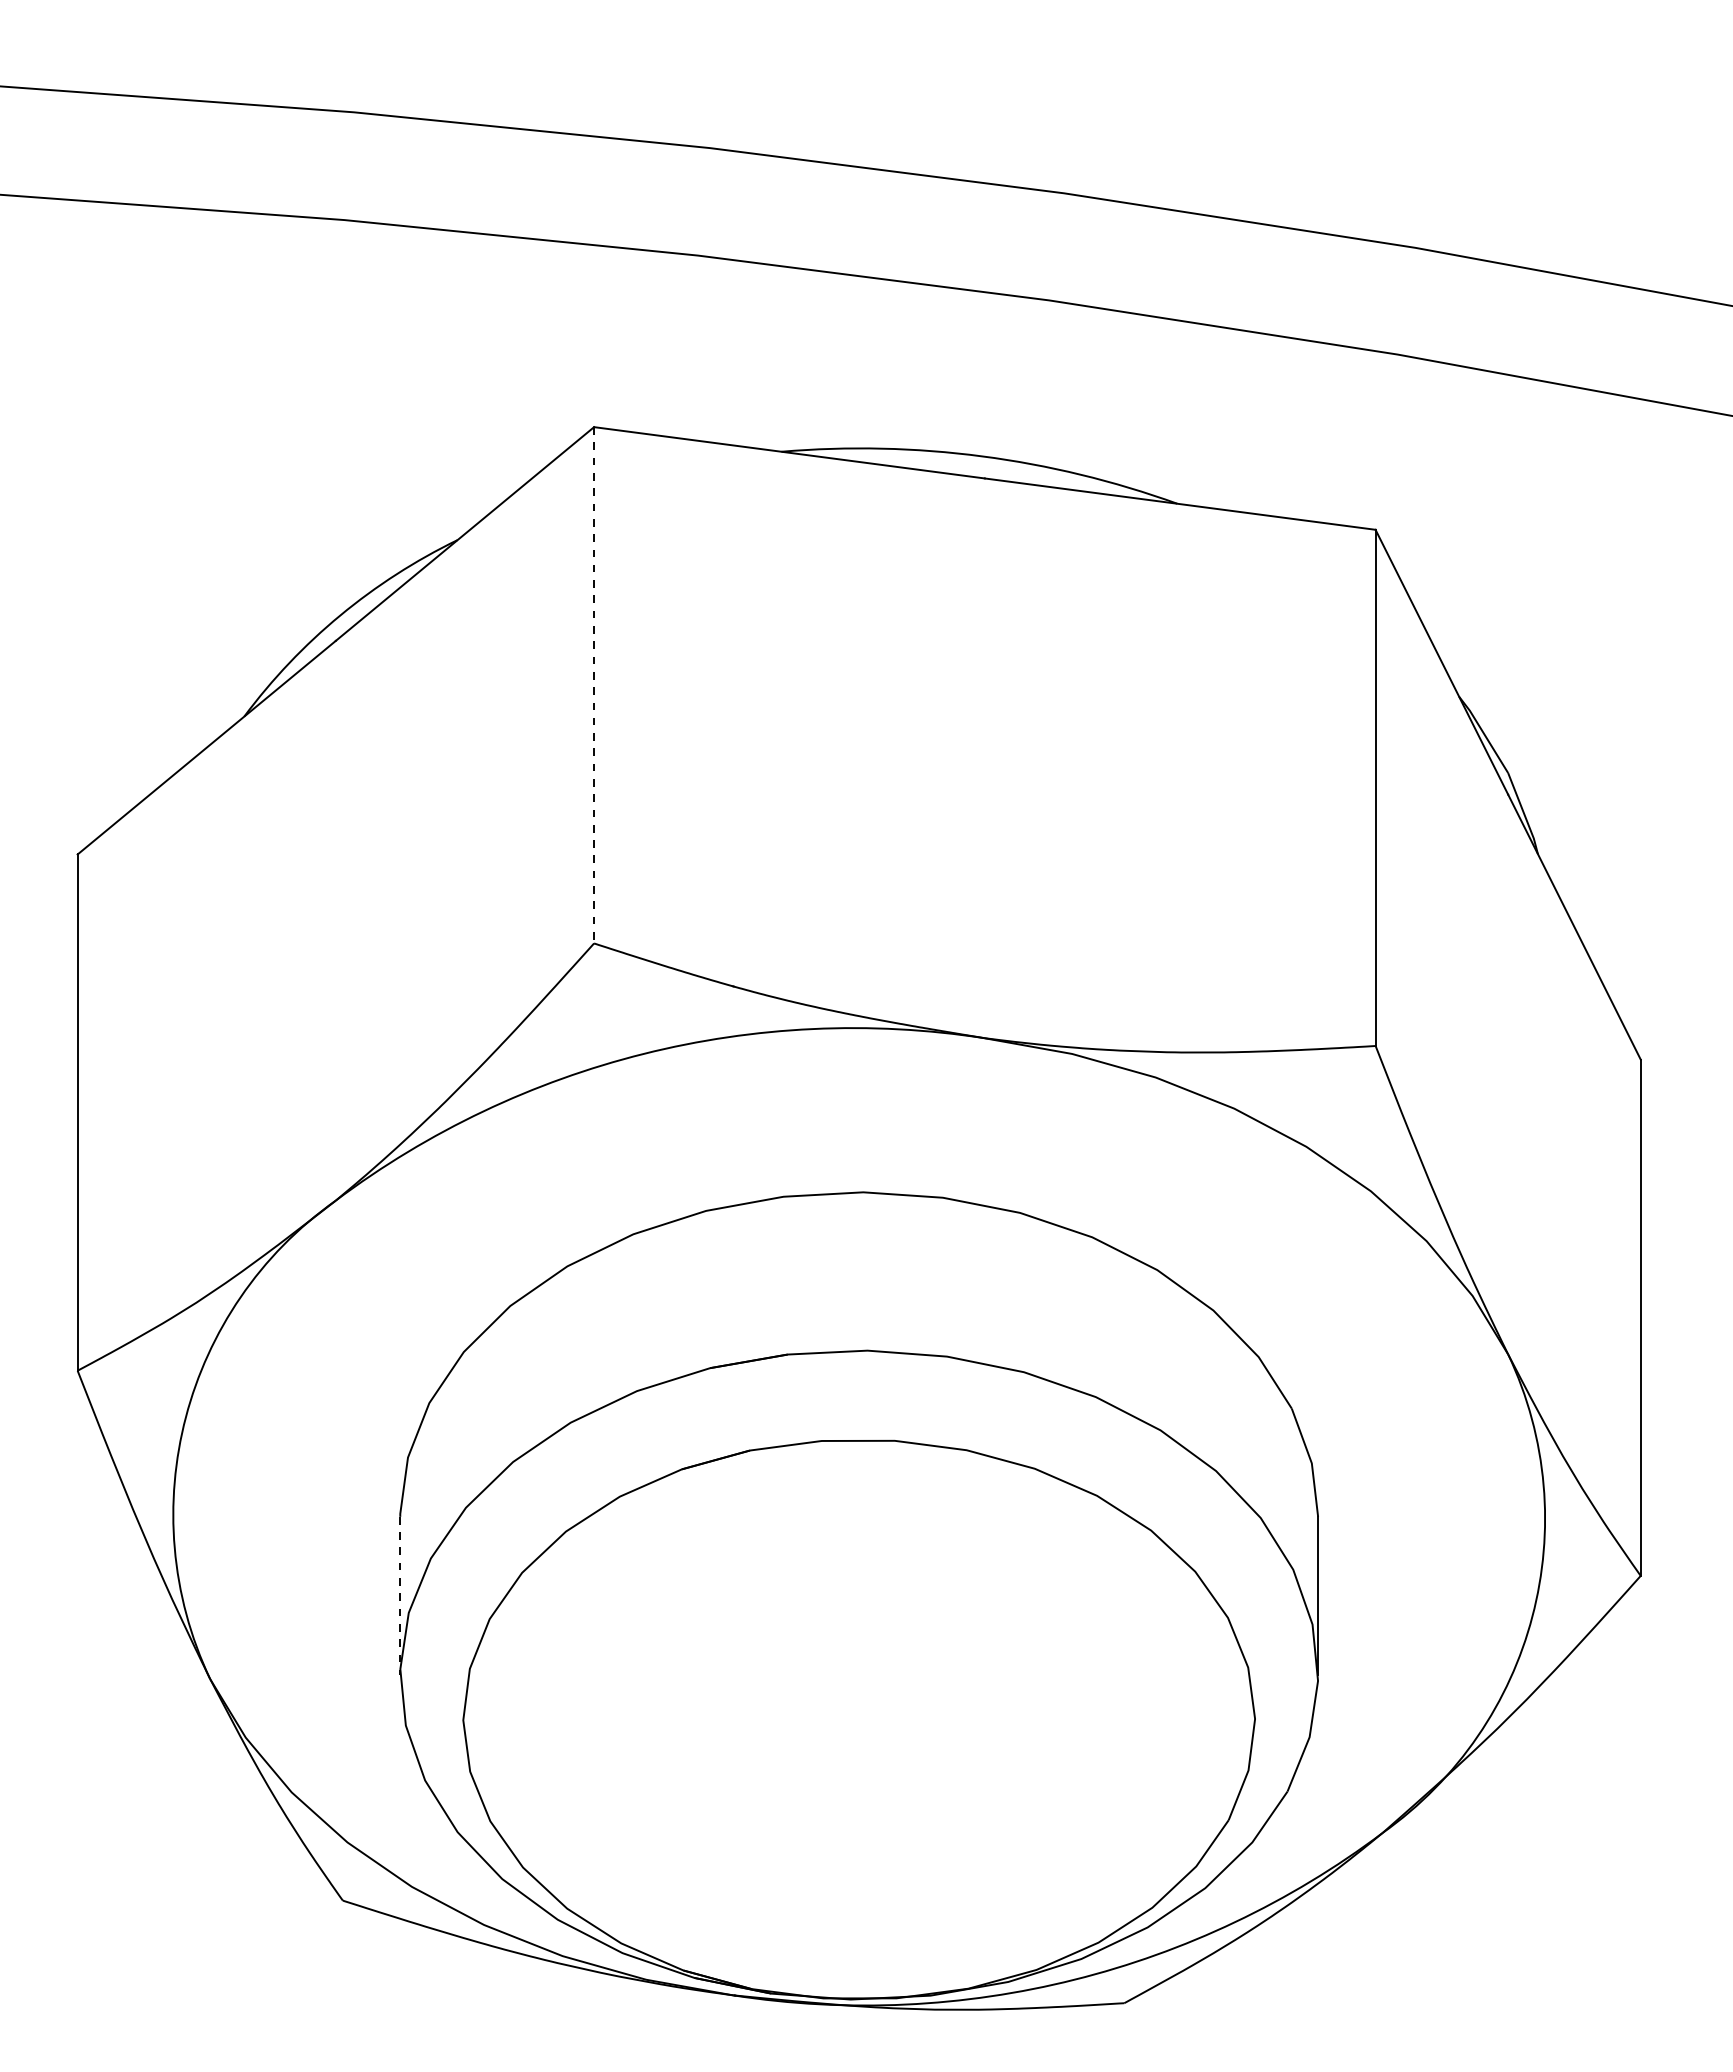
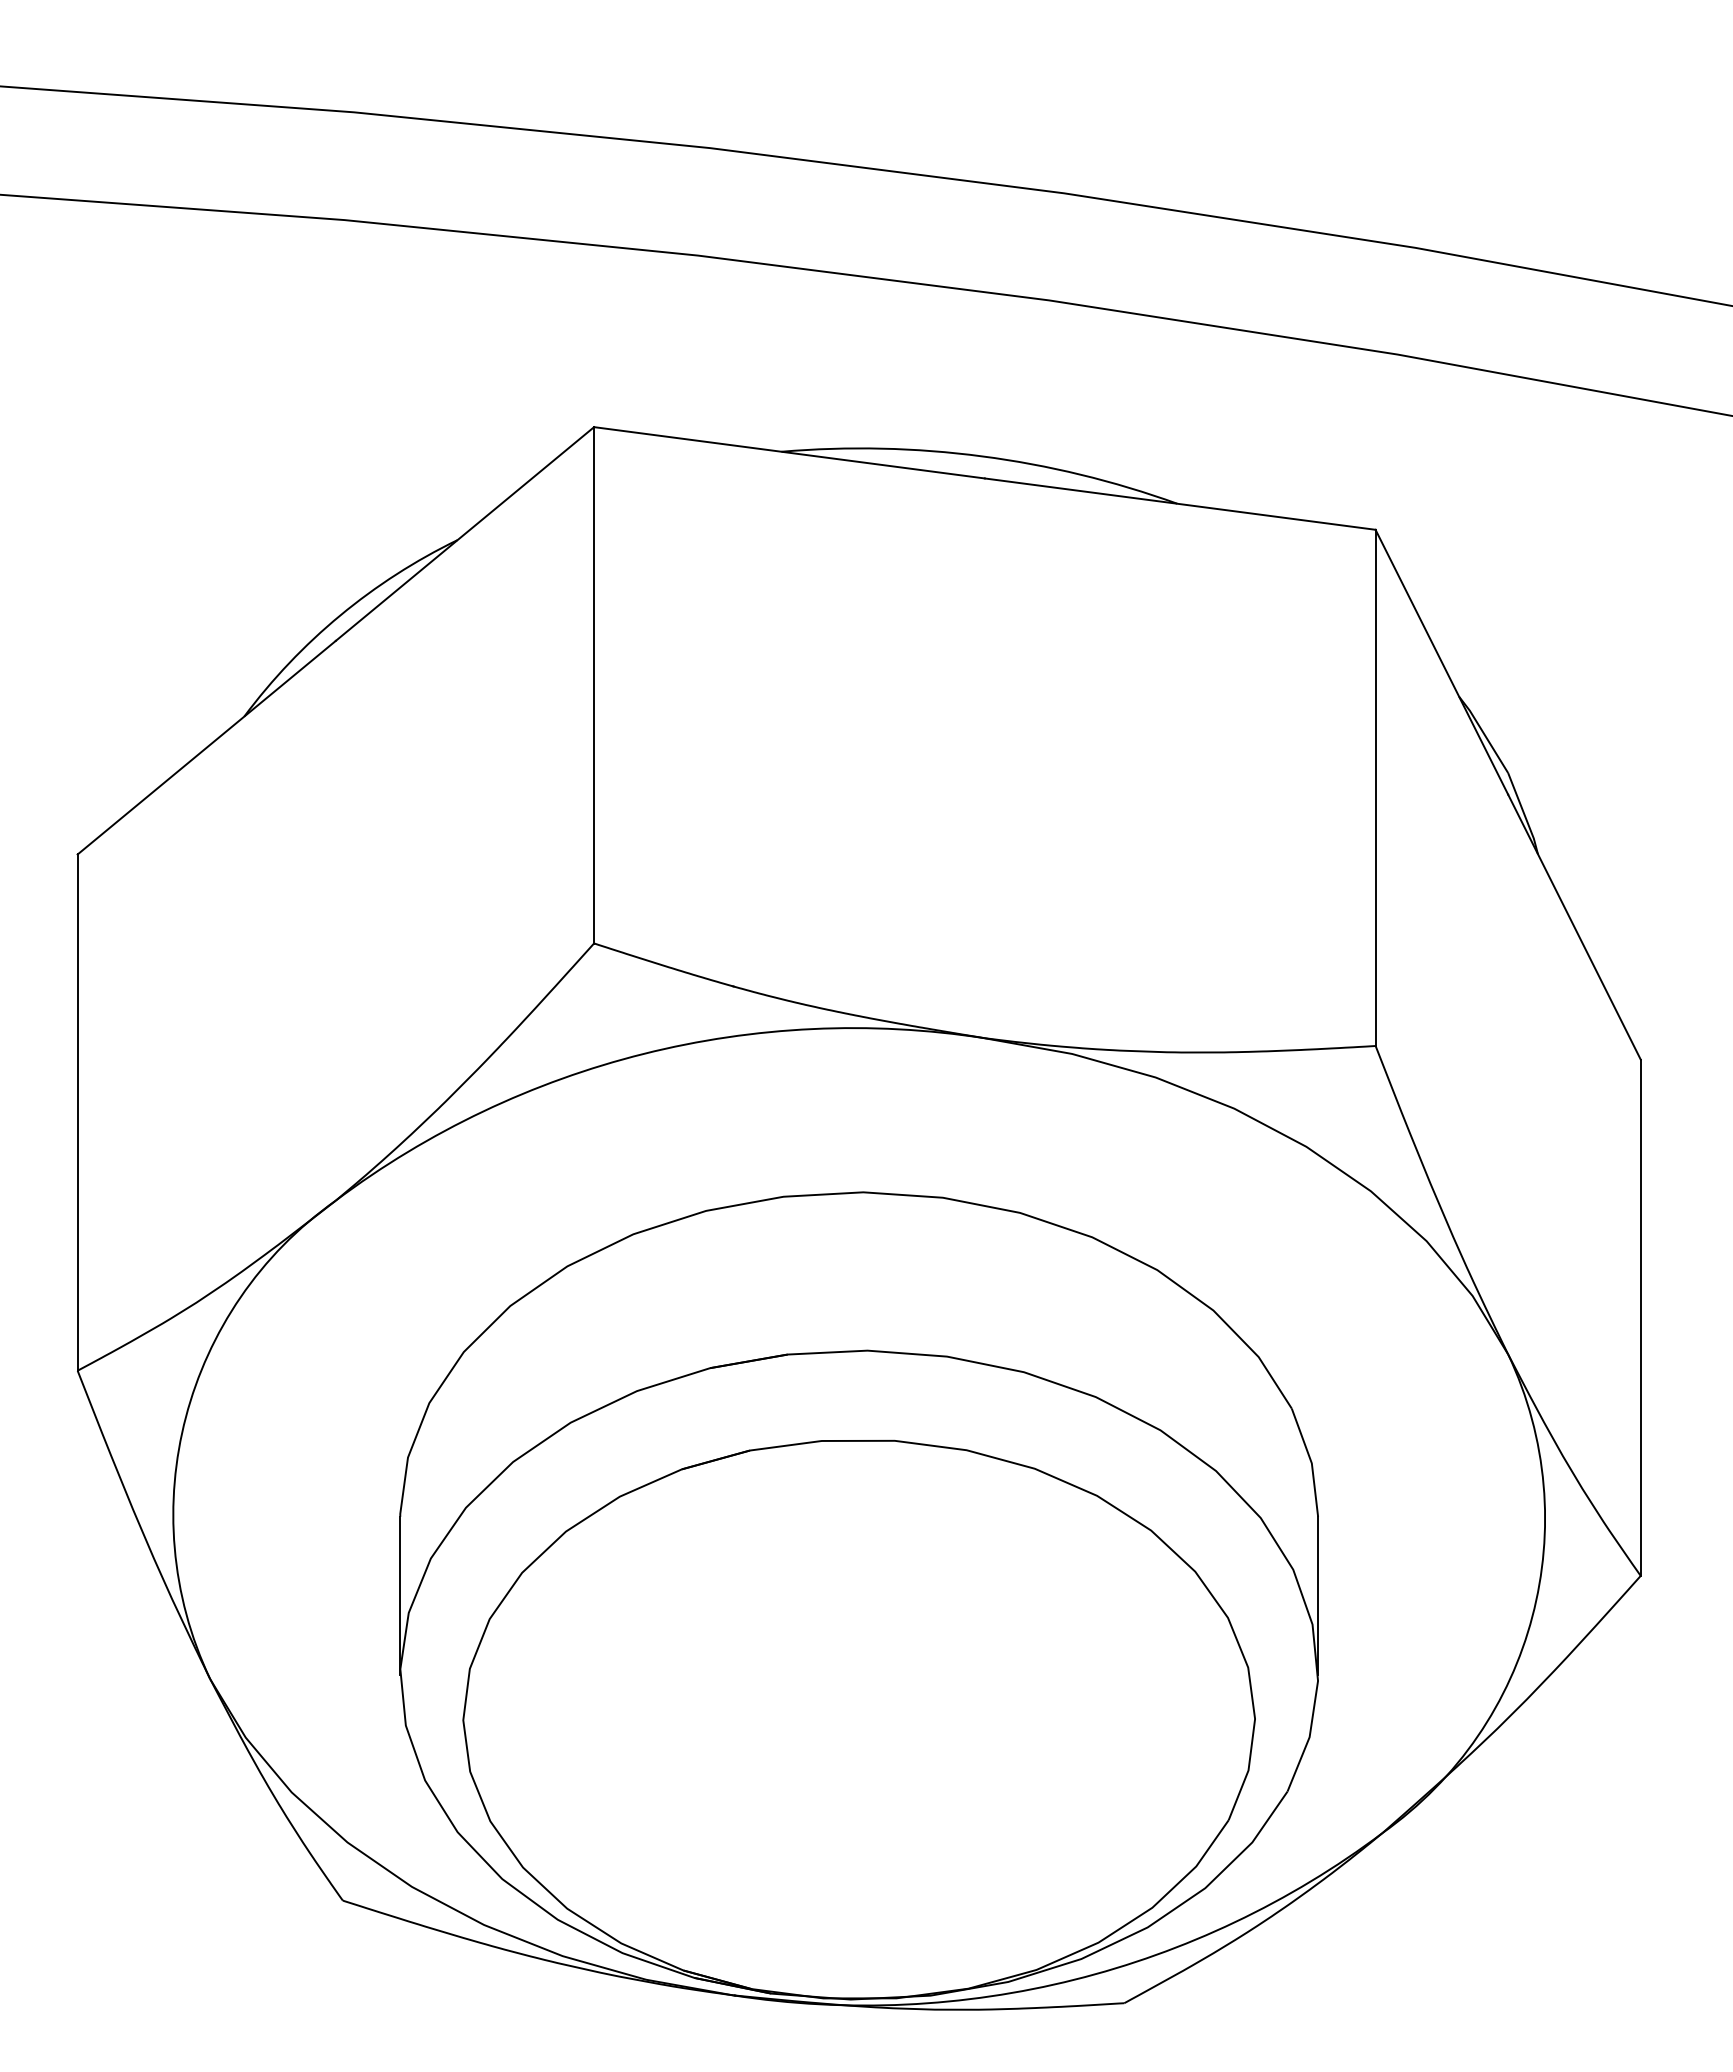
line at (594, 685): dashed -> solid
line at (400, 1596): dashed -> solid
